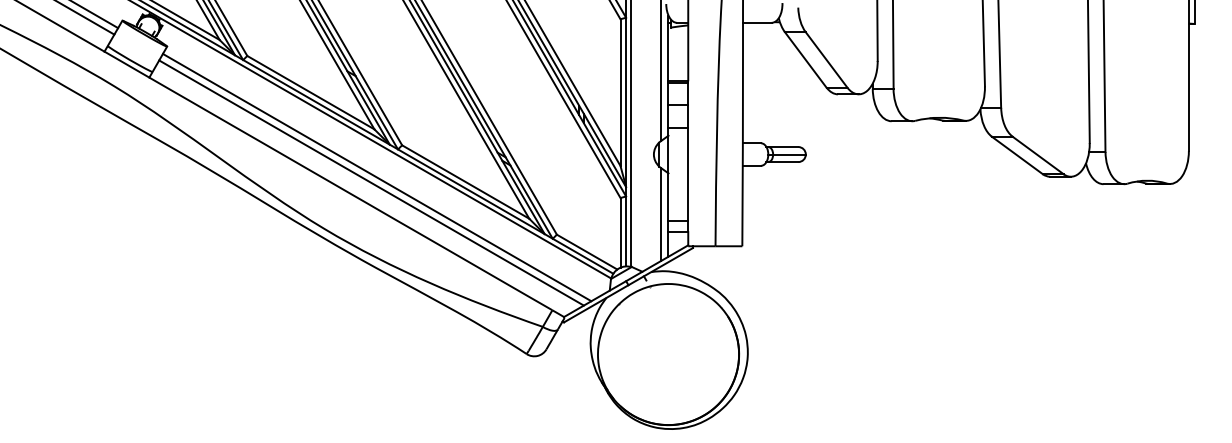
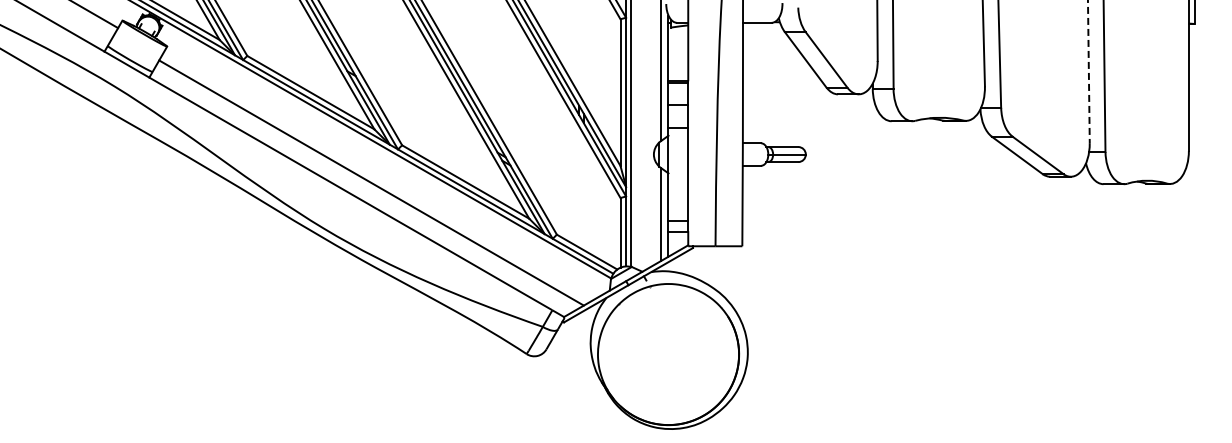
line at (86, 18): present -> none
line at (1088, 72): solid -> dashed
line at (377, 177): present -> none
